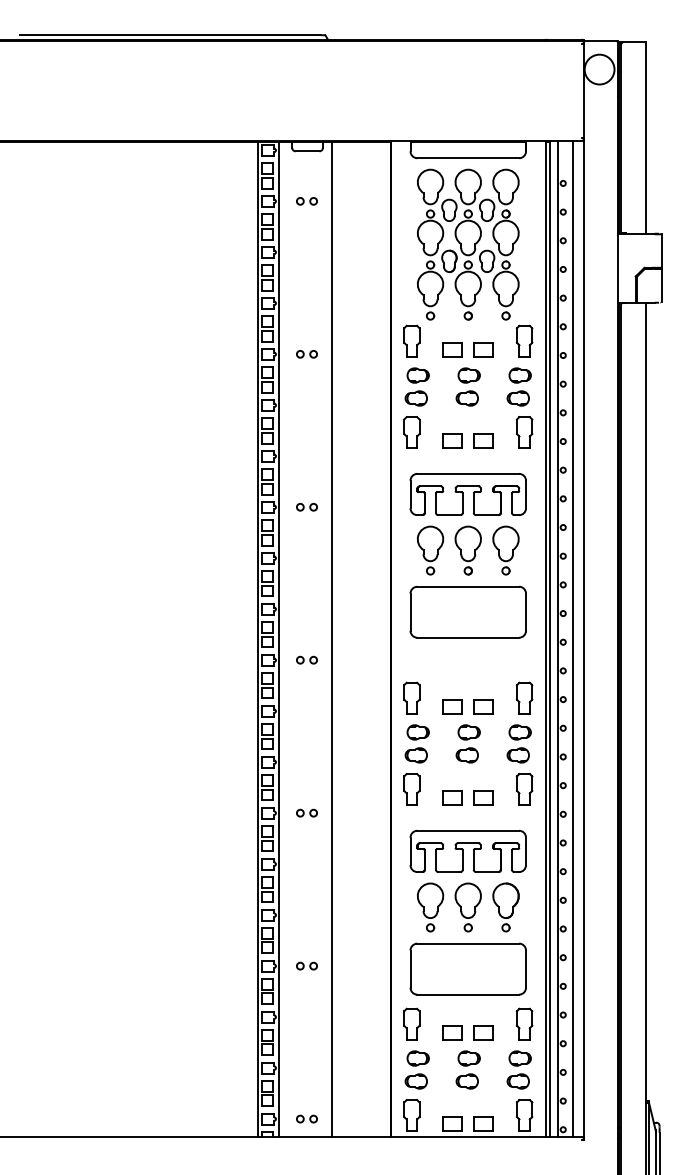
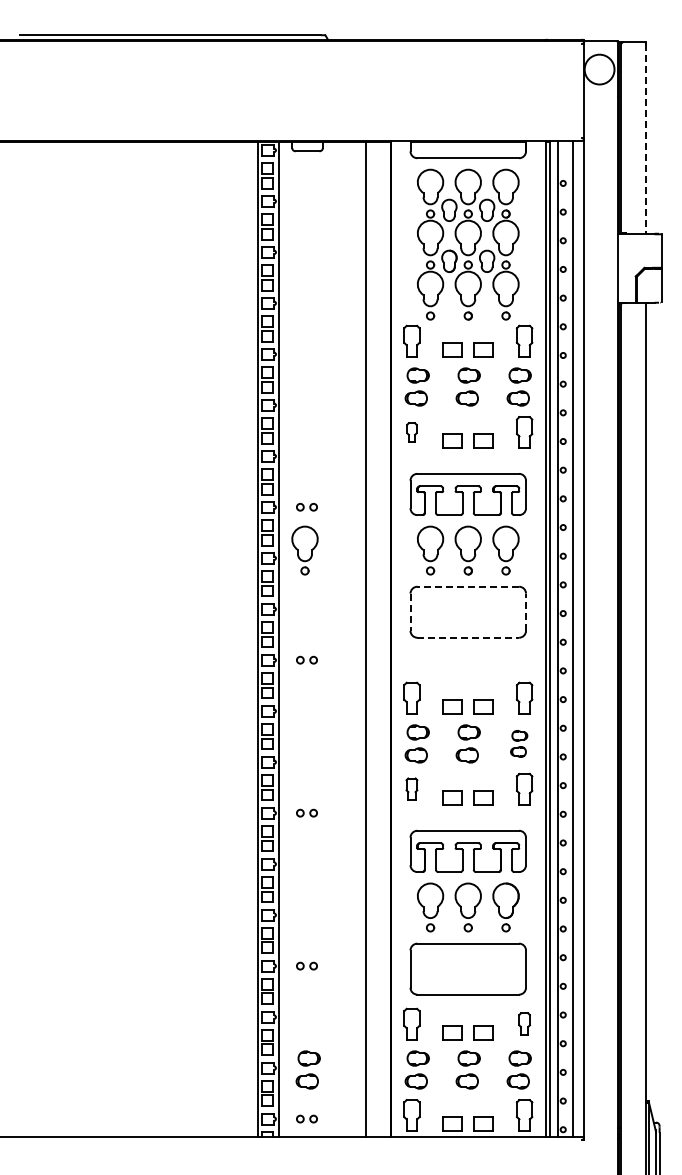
line at (646, 138): solid -> dashed
part at (306, 201): present -> none
part at (306, 354): present -> none
part at (411, 432) size: 18x33 px -> 12x21 px
part at (304, 550): none -> present
line at (468, 586): solid -> dashed
line at (410, 612): solid -> dashed
line at (526, 612): solid -> dashed
line at (468, 637): solid -> dashed
line at (331, 639) position: (331, 639) -> (365, 639)
part at (518, 743) size: 26x40 px -> 19x28 px
part at (411, 788) size: 18x34 px -> 14x24 px
part at (524, 1023) size: 19x34 px -> 13x24 px
part at (307, 1069): none -> present
